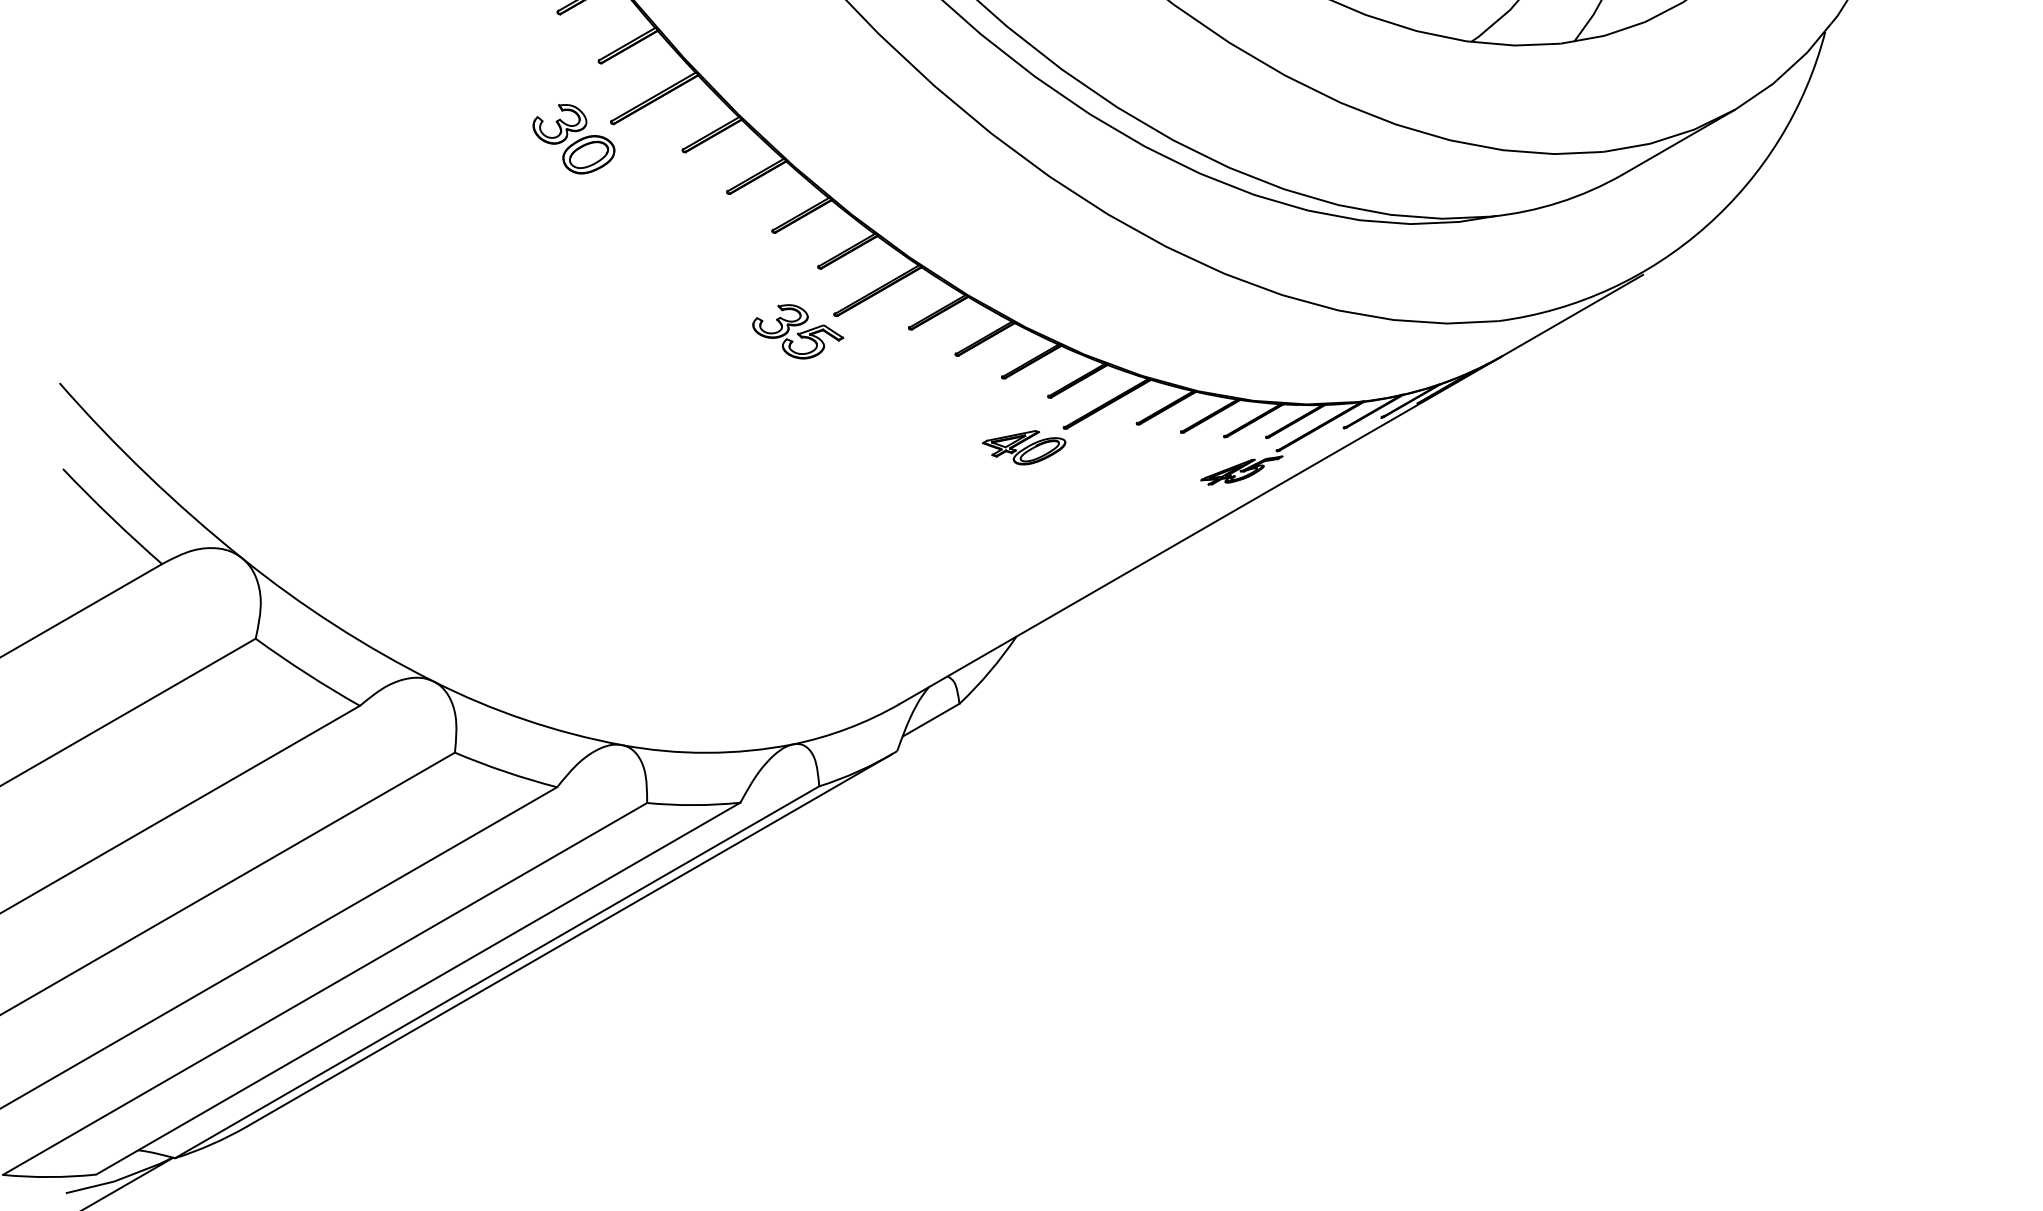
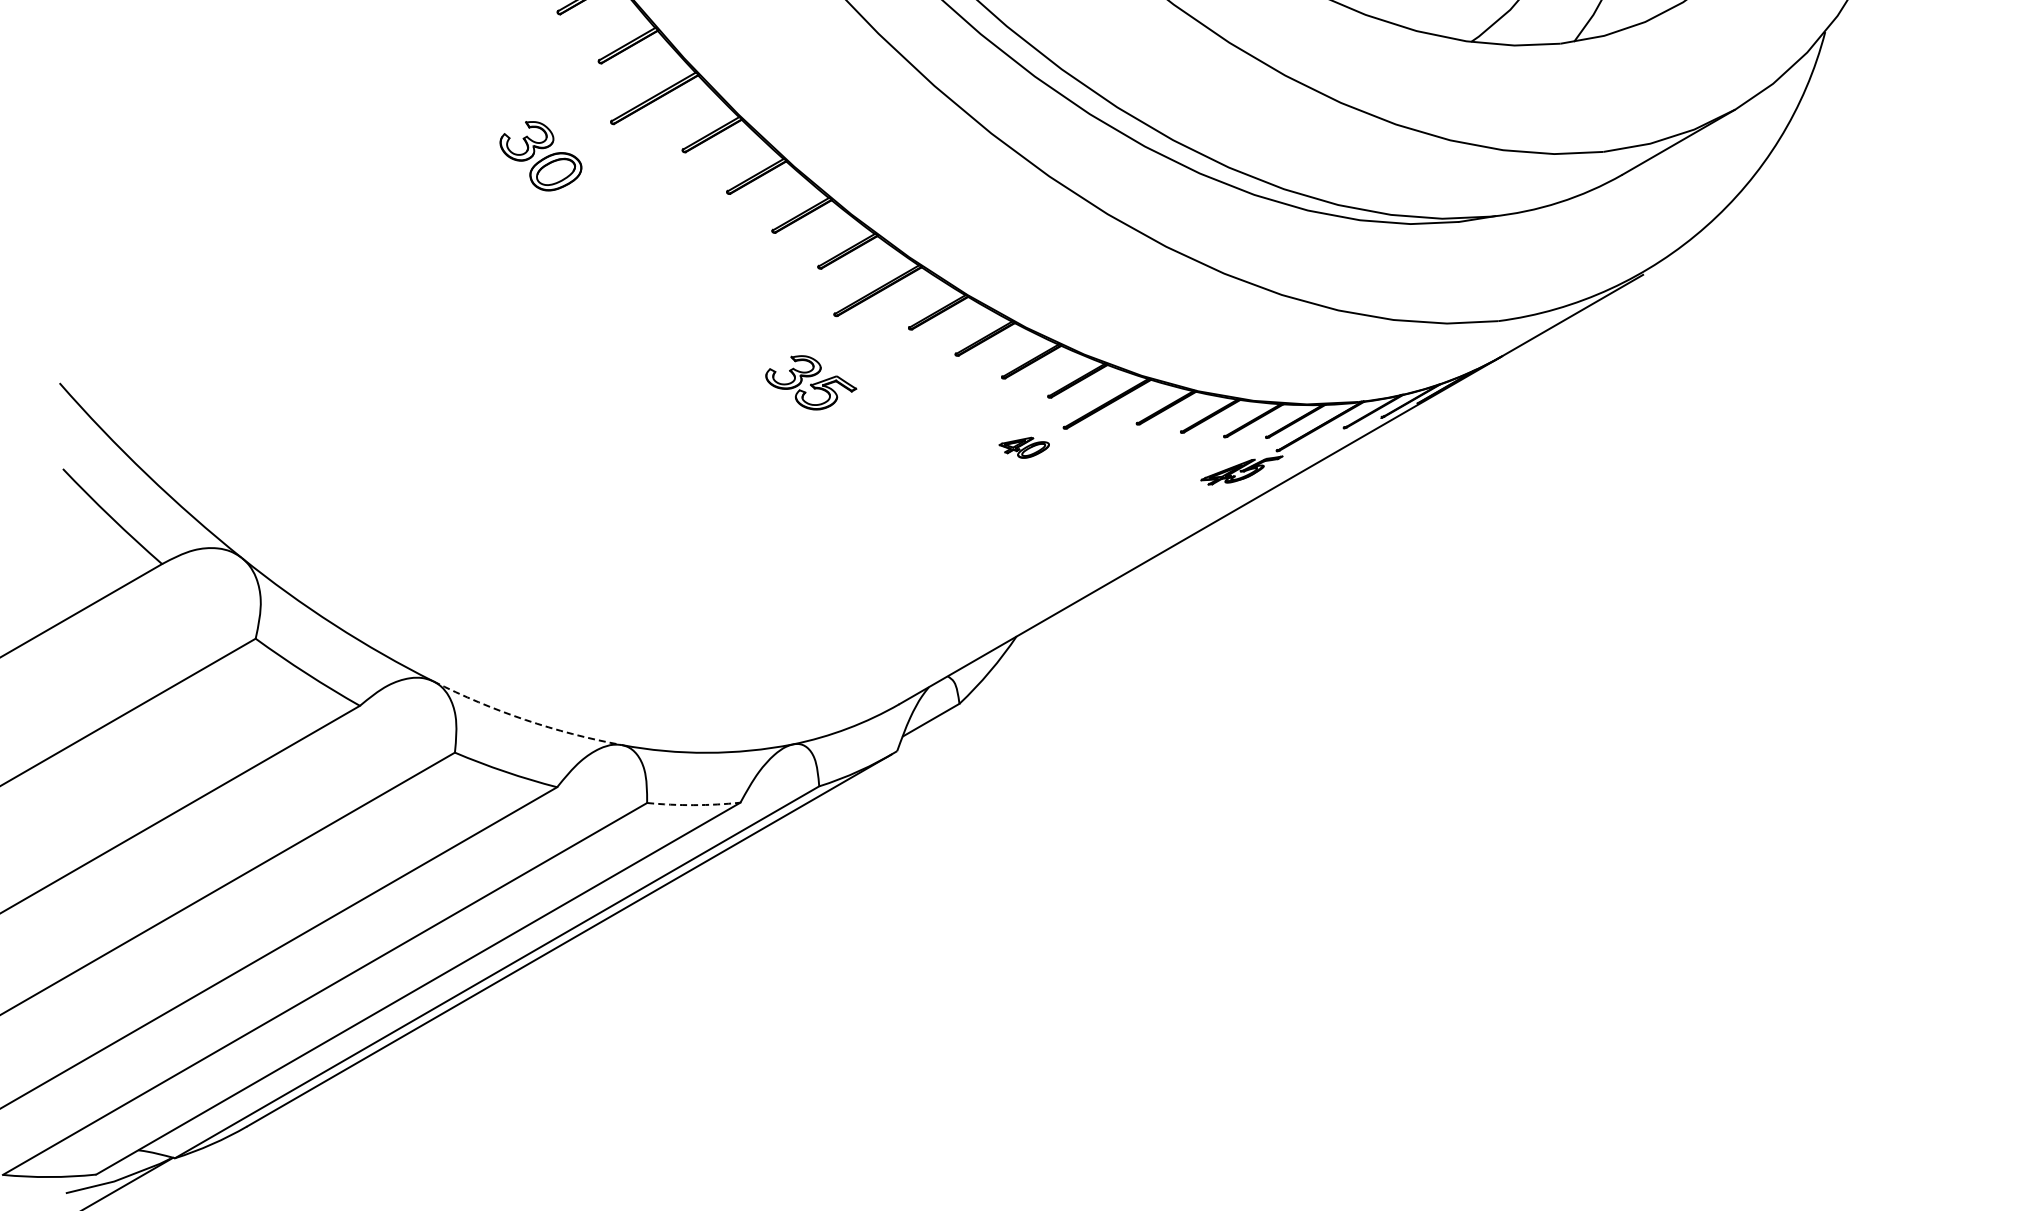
part at (573, 139) position: (573, 139) -> (540, 156)
part at (798, 331) position: (798, 331) -> (811, 382)
part at (1024, 447) size: 85x36 px -> 52x23 px
arc at (525, 719): solid -> dashed
arc at (693, 805): solid -> dashed
